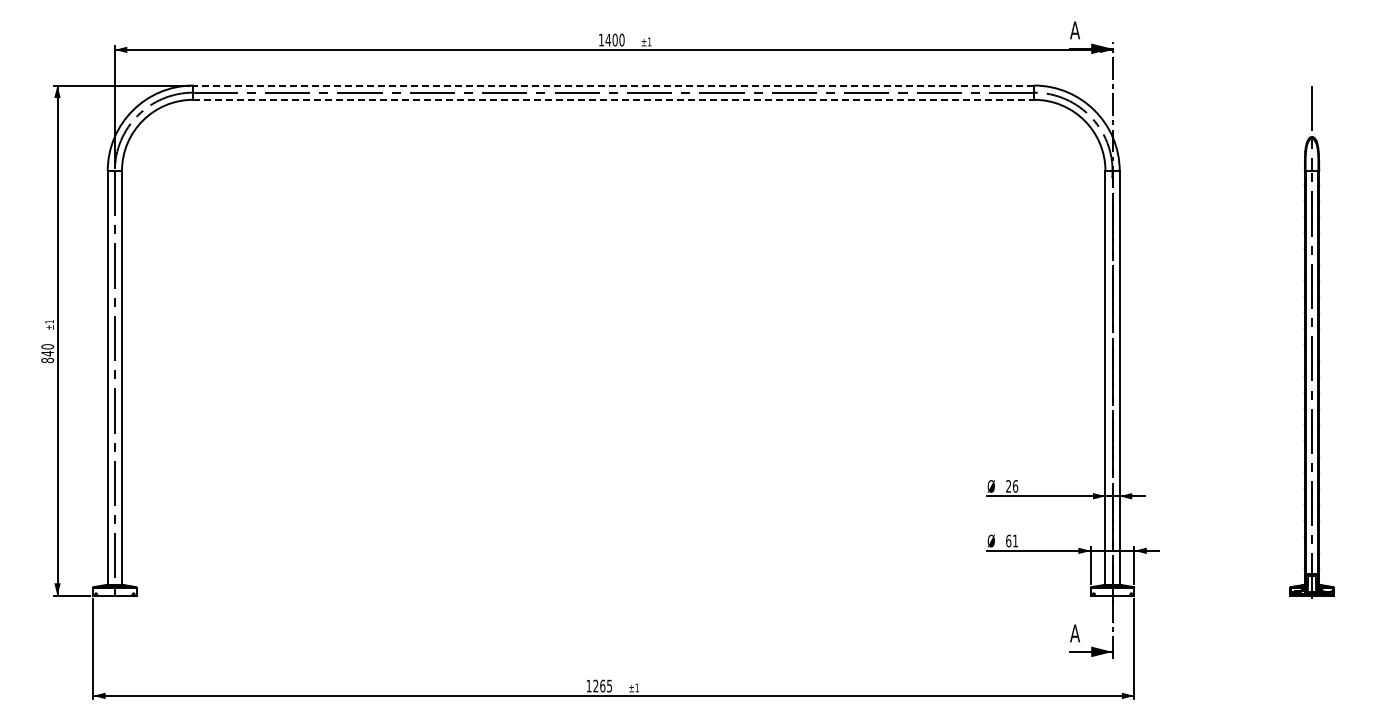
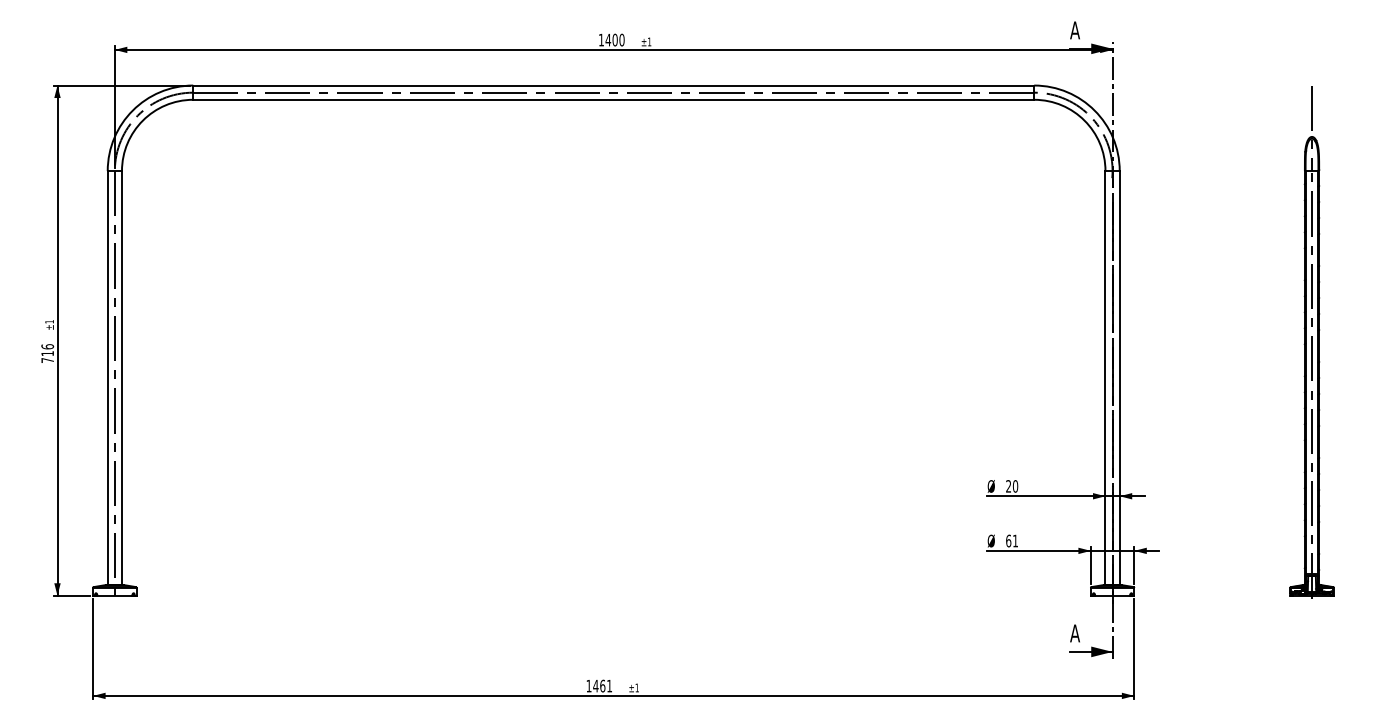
line at (613, 85): dashed -> solid
line at (614, 99): dashed -> solid
text at (47, 353): 840 -> 716
text at (1015, 486): 26 -> 20
text at (602, 685): 1265 -> 1461
